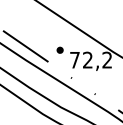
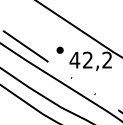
text at (74, 60): 72,2 -> 42,2
